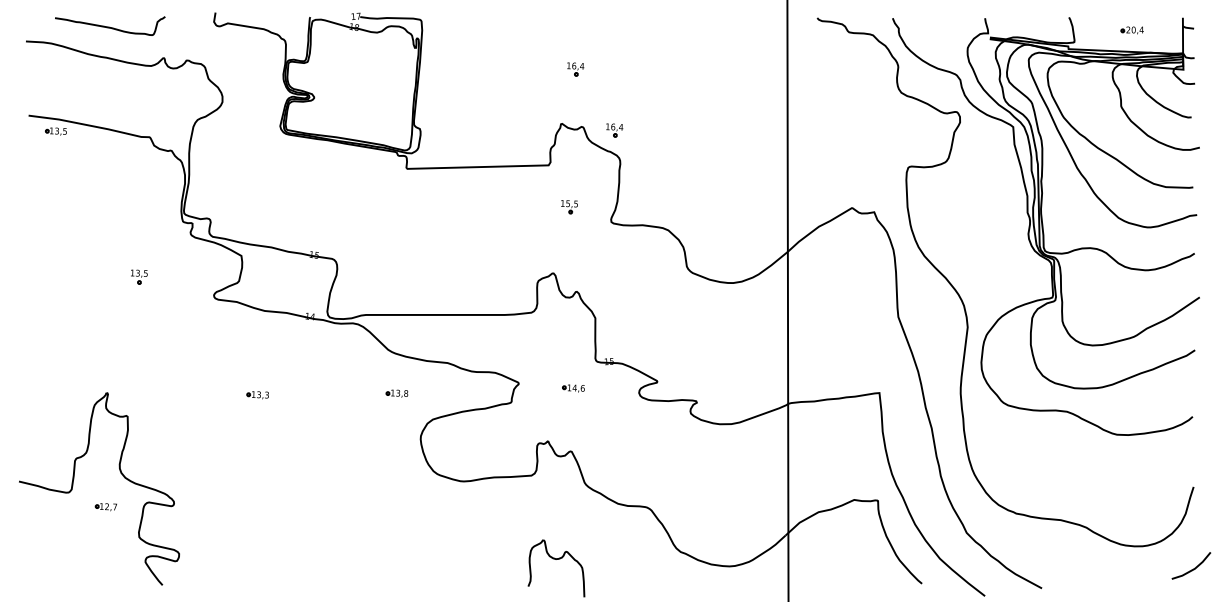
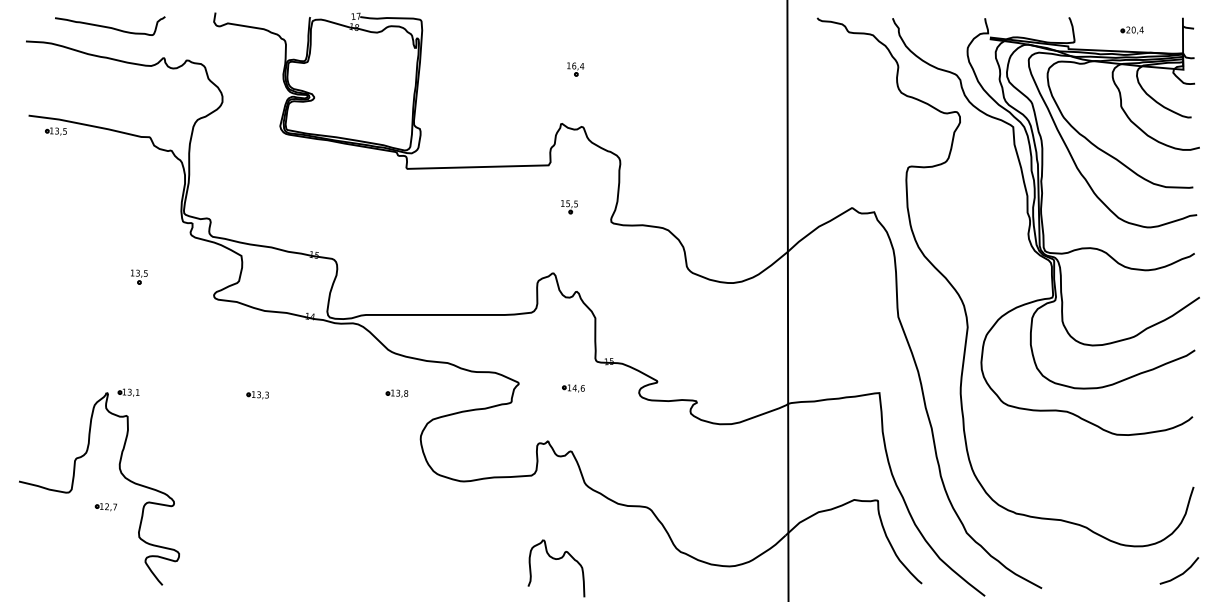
part at (614, 130): present -> none
part at (128, 392): none -> present
line at (1194, 567) position: (1194, 567) -> (1182, 572)
